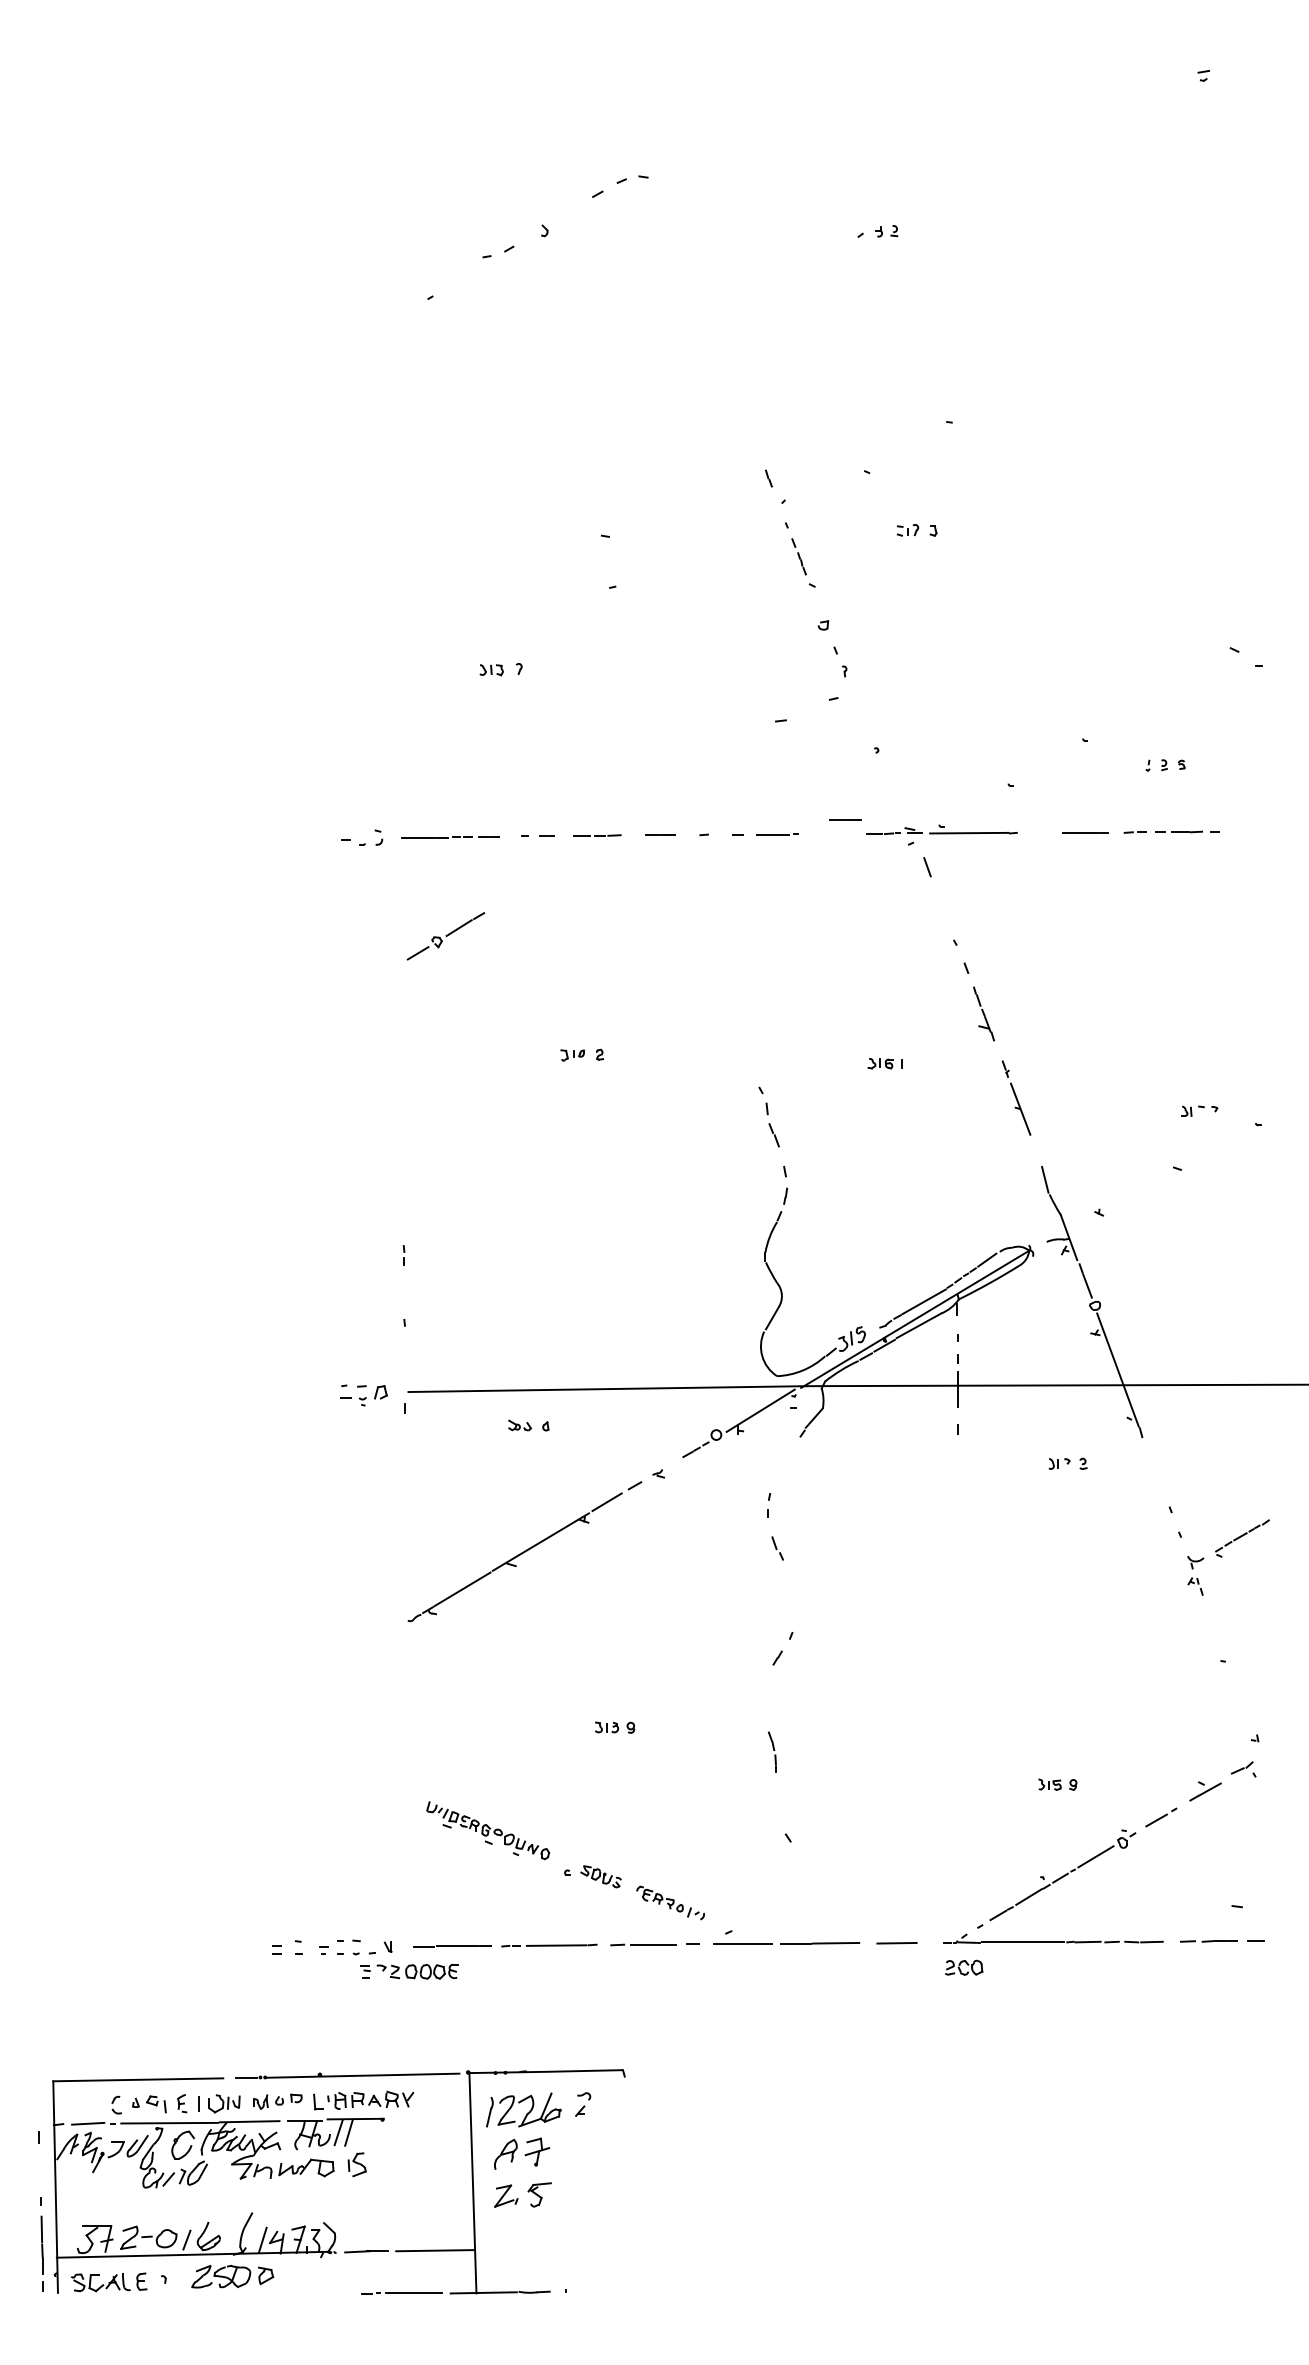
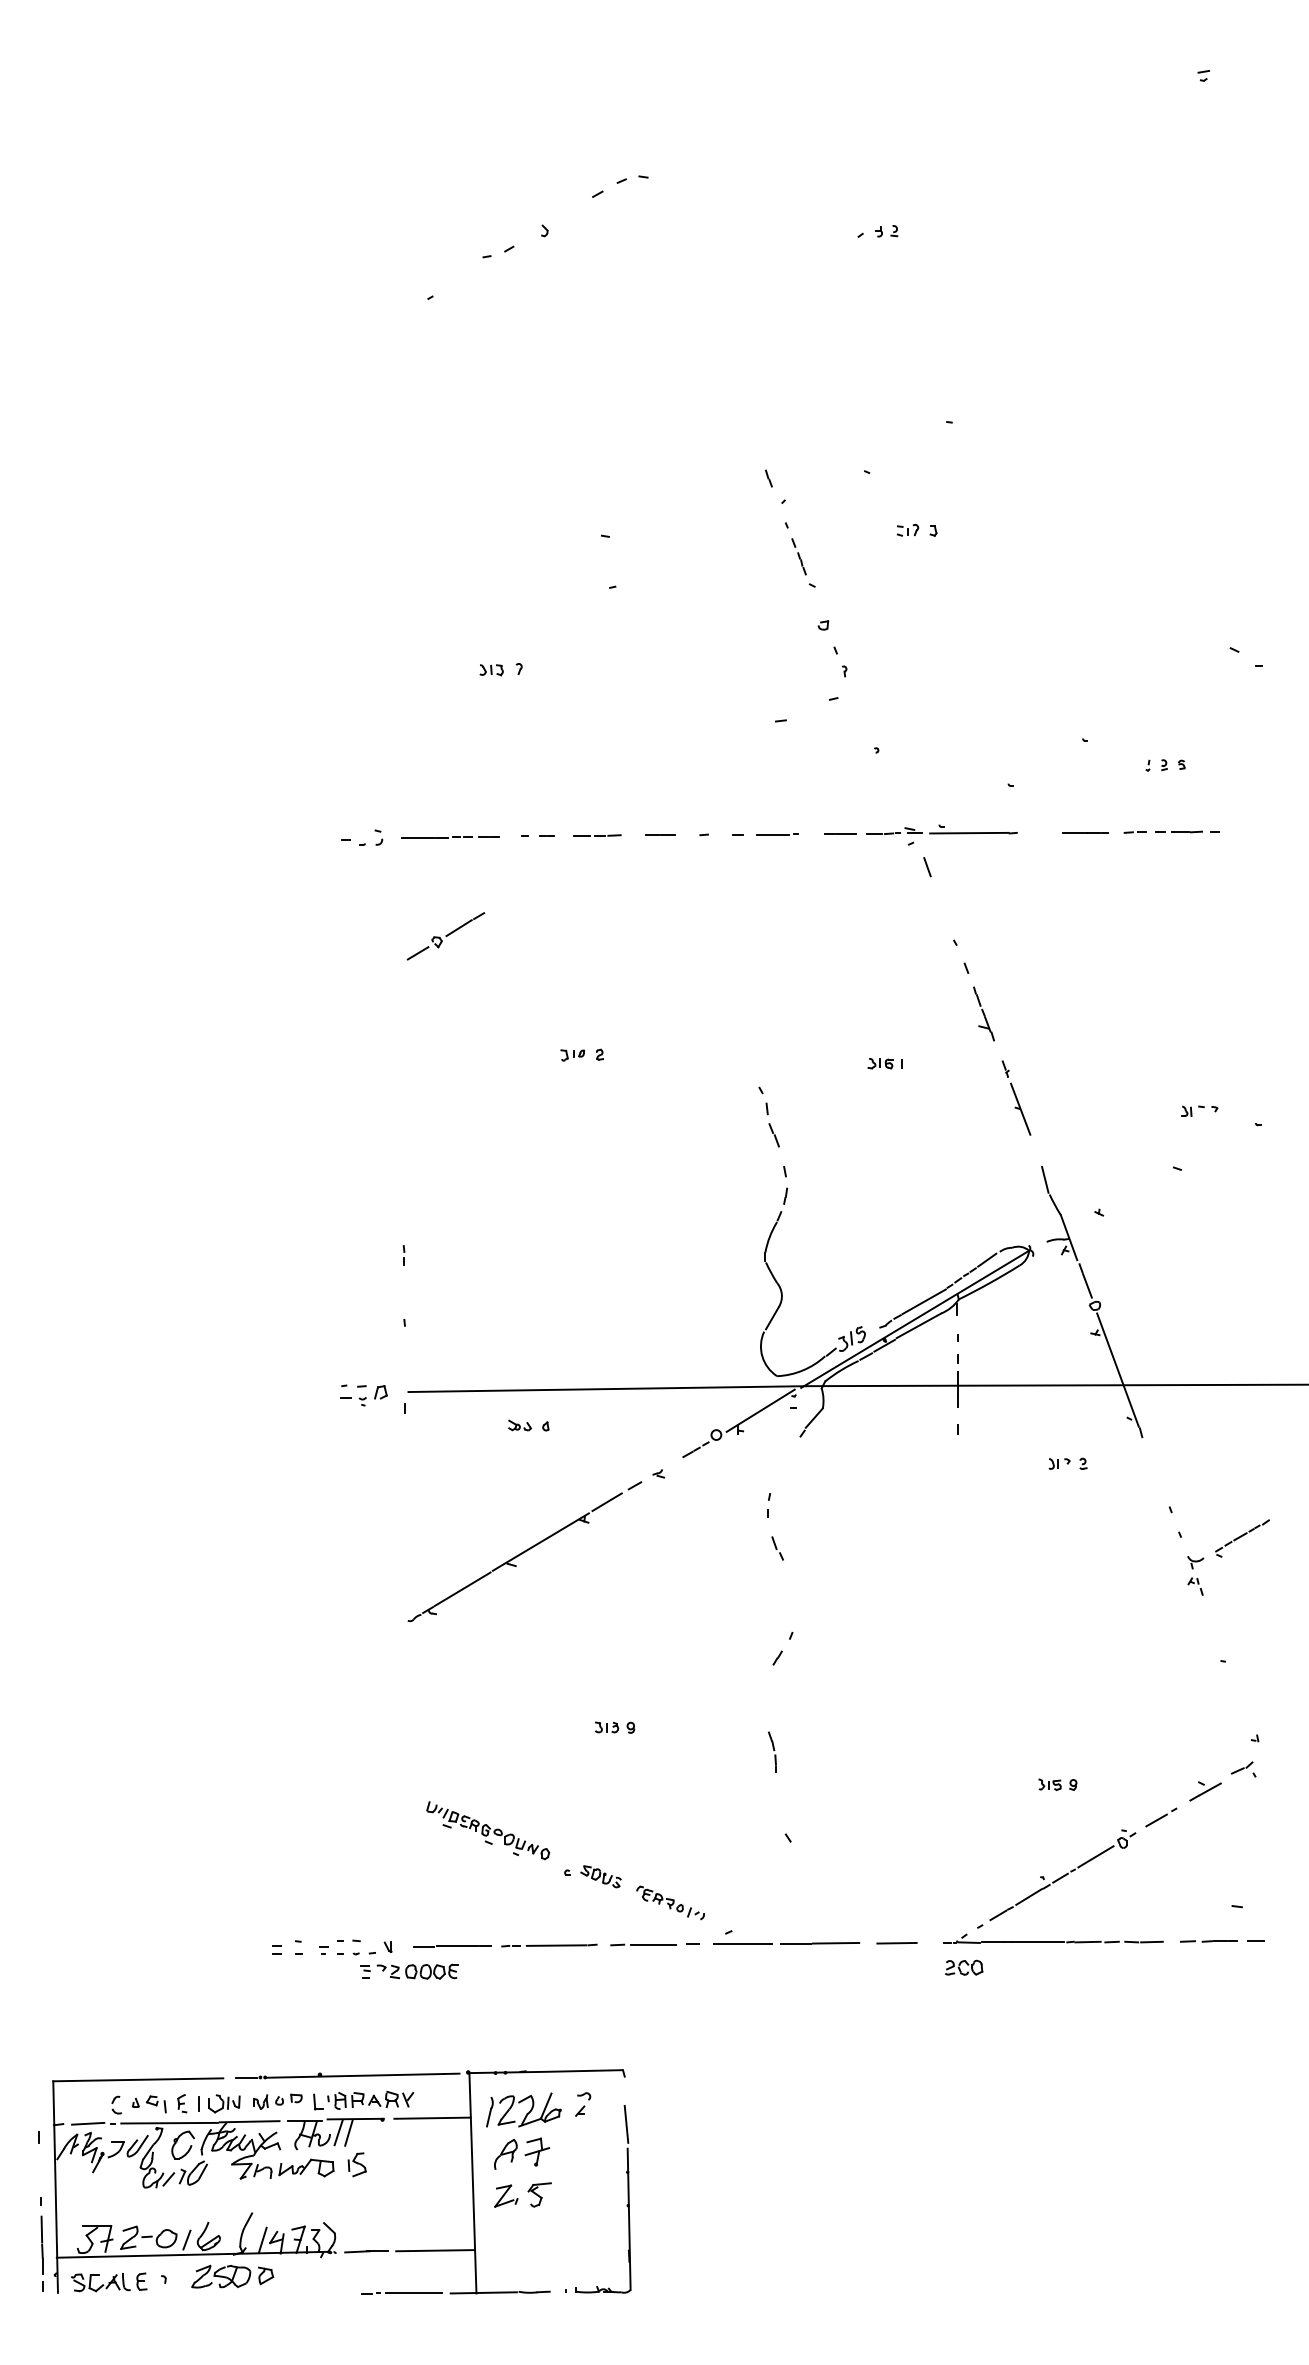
line at (845, 819) position: (845, 819) -> (840, 833)
line at (432, 2117): none -> present
part at (626, 2205): none -> present
